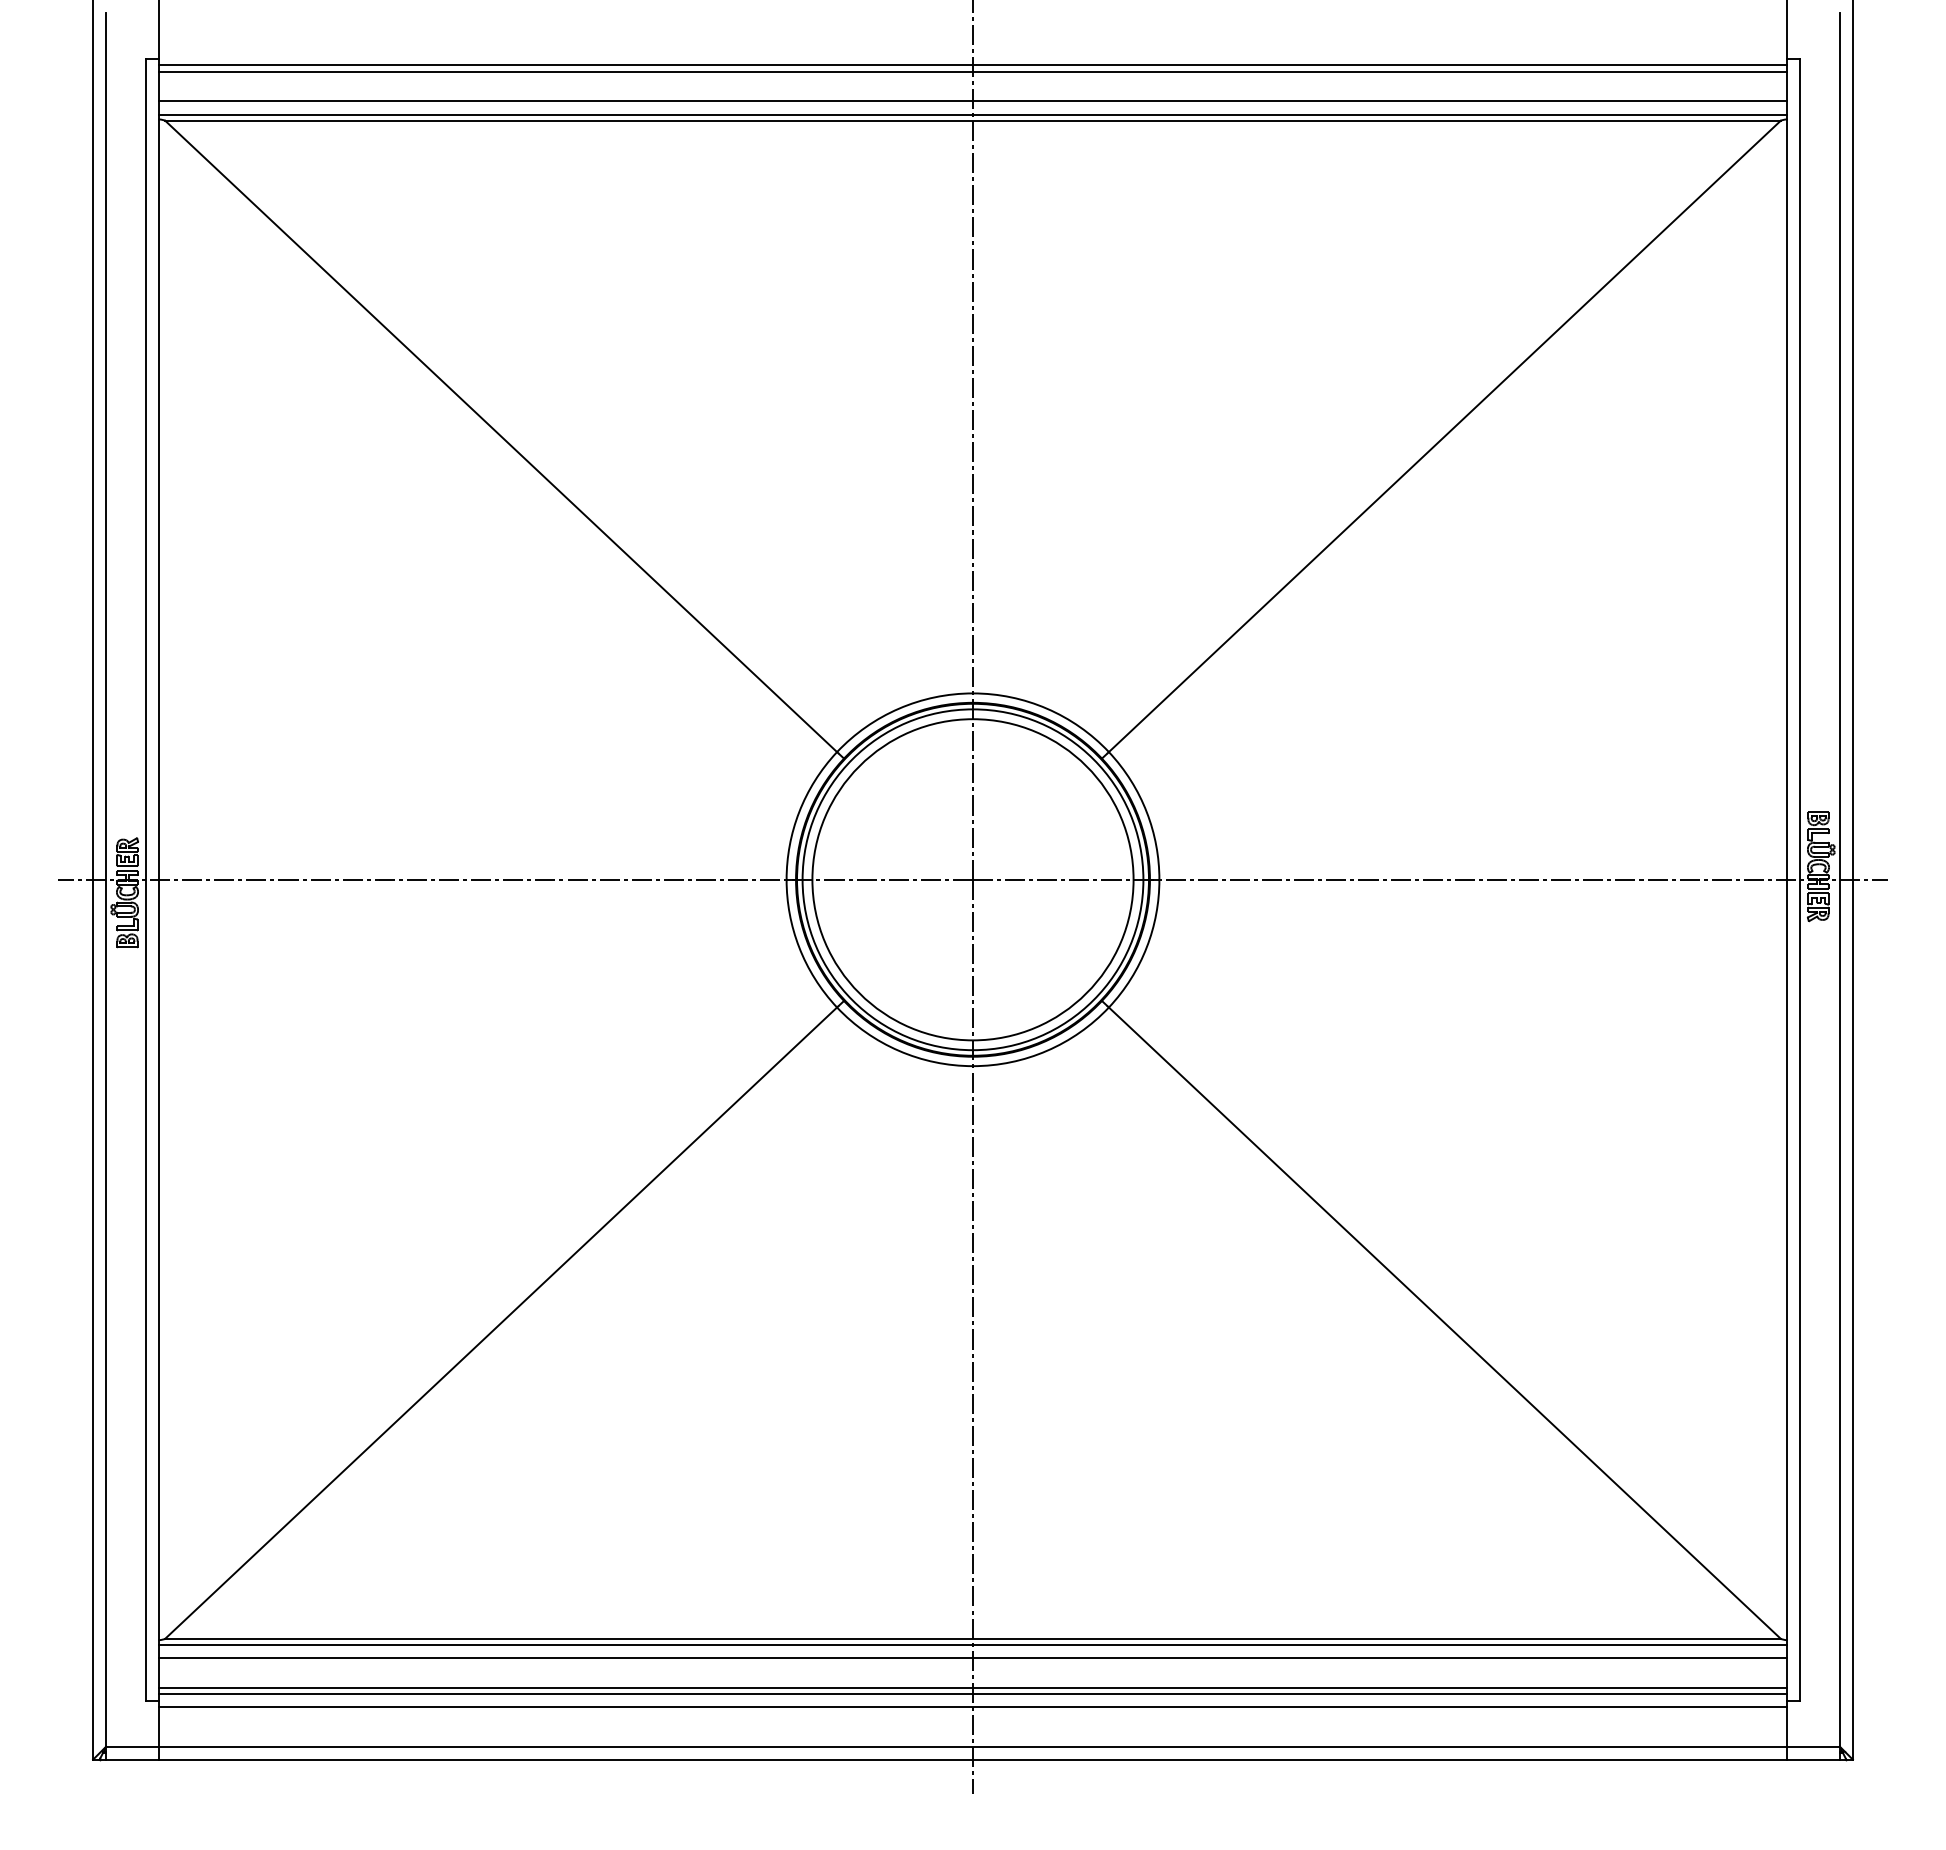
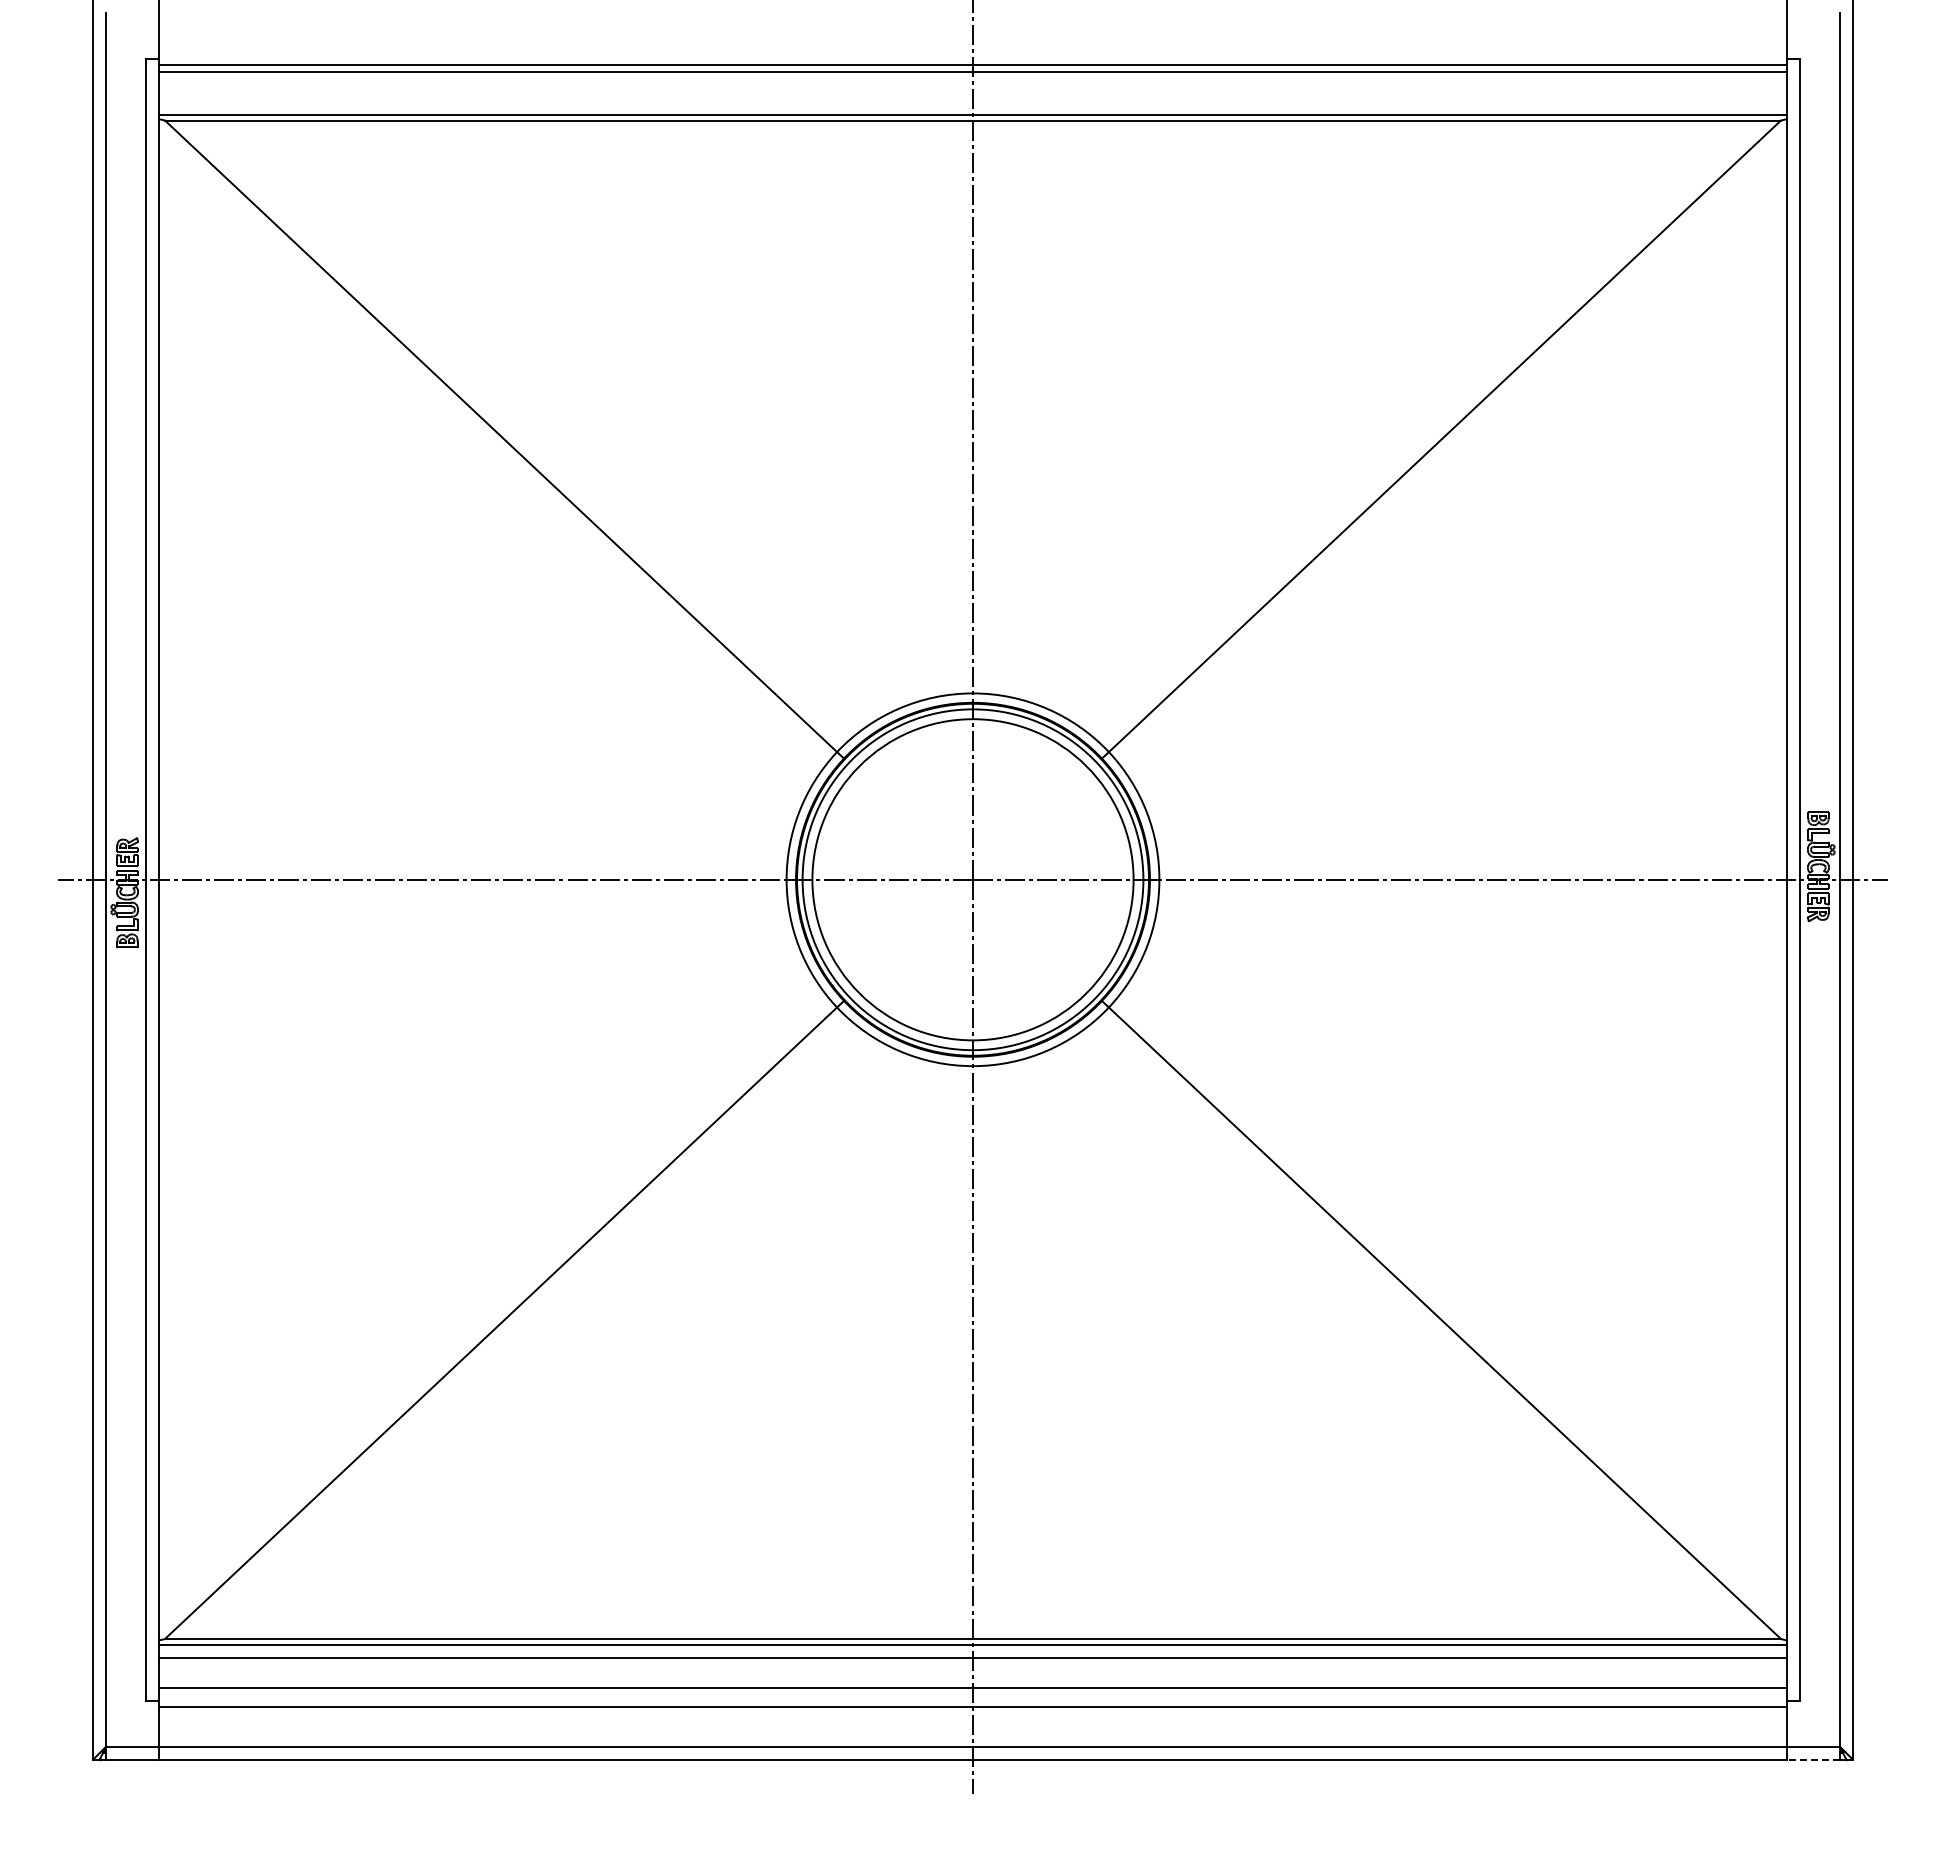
line at (972, 101): present -> none
line at (972, 1694): present -> none
line at (1813, 1759): solid -> dashed
